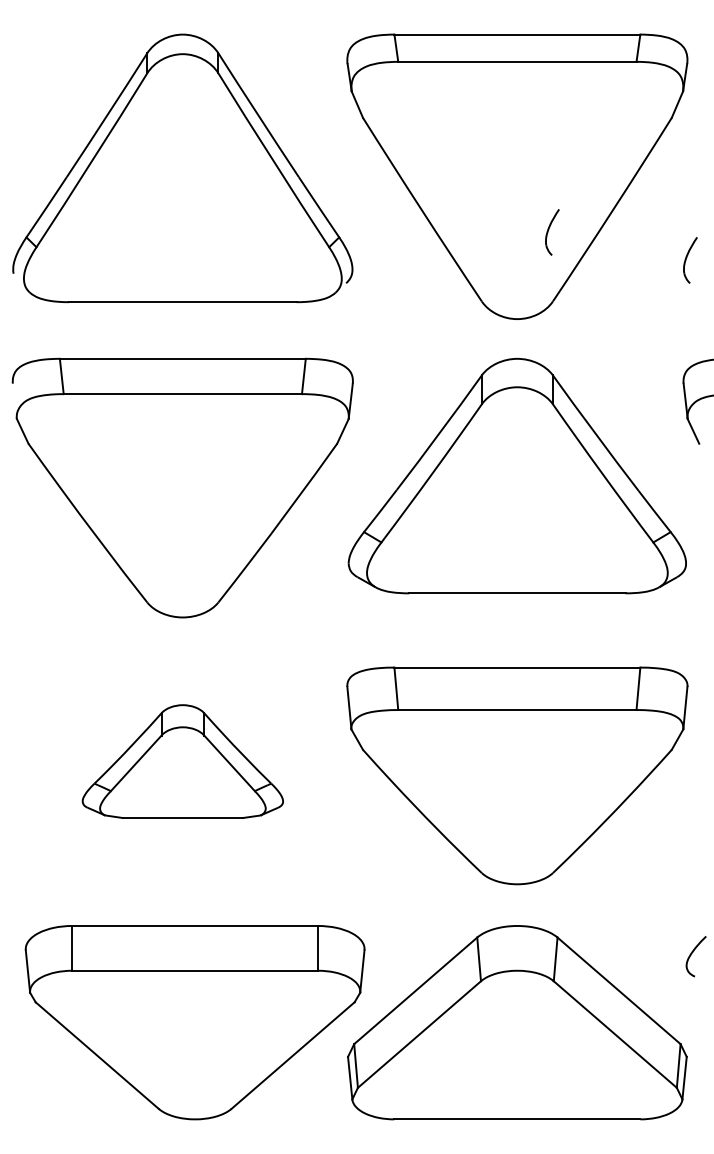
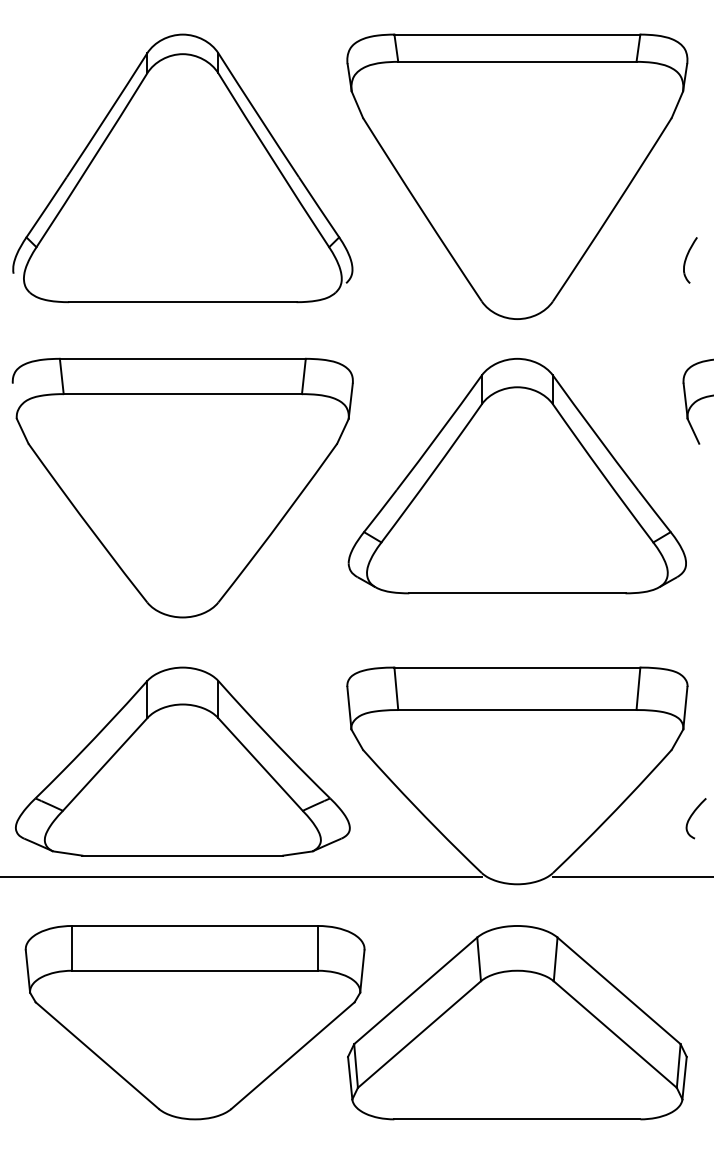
part at (552, 232): present -> none
part at (182, 761) size: 203x115 px -> 336x191 px
line at (241, 876): none -> present
line at (631, 876): none -> present
curve at (691, 955) position: (691, 955) -> (691, 817)
